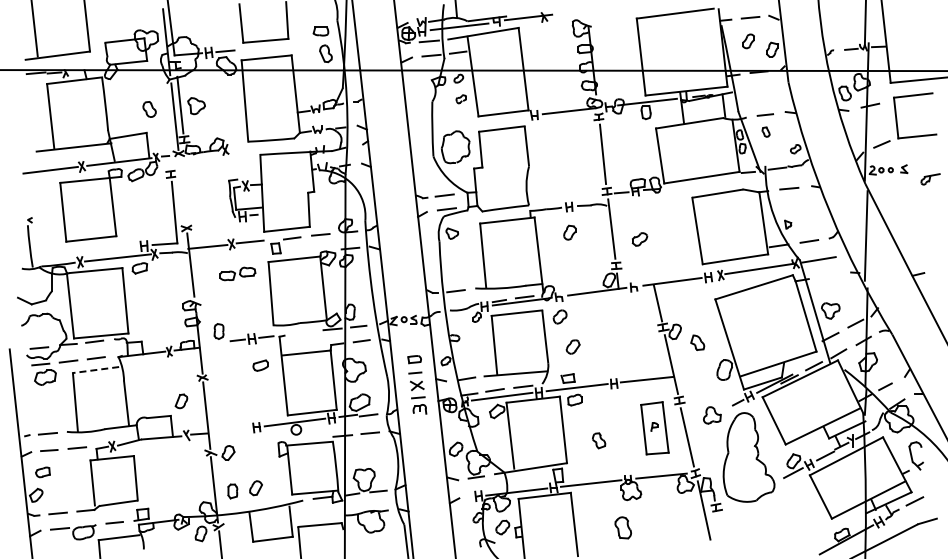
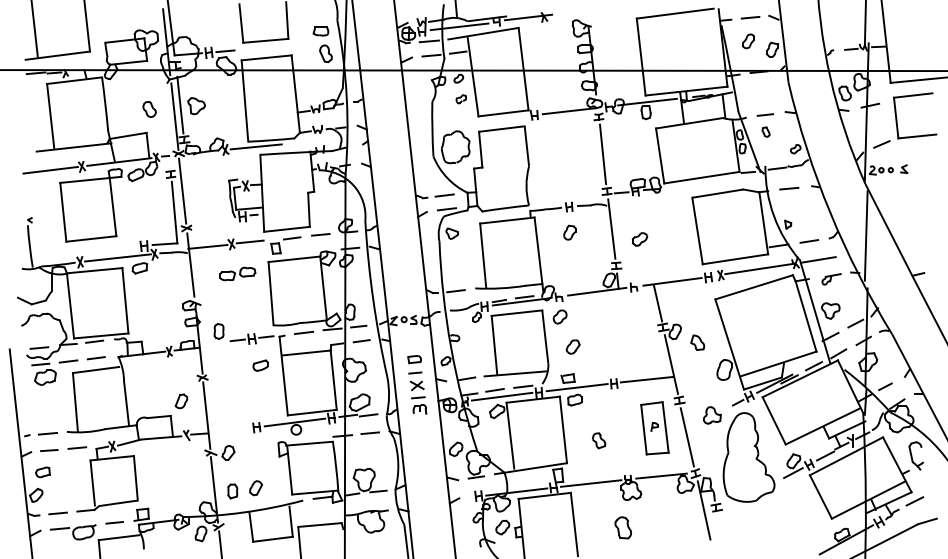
line at (255, 146): none -> present
part at (930, 179) position: (930, 179) -> (831, 279)
line at (182, 190): none -> present
line at (303, 332): none -> present
line at (95, 370): dashed -> solid
